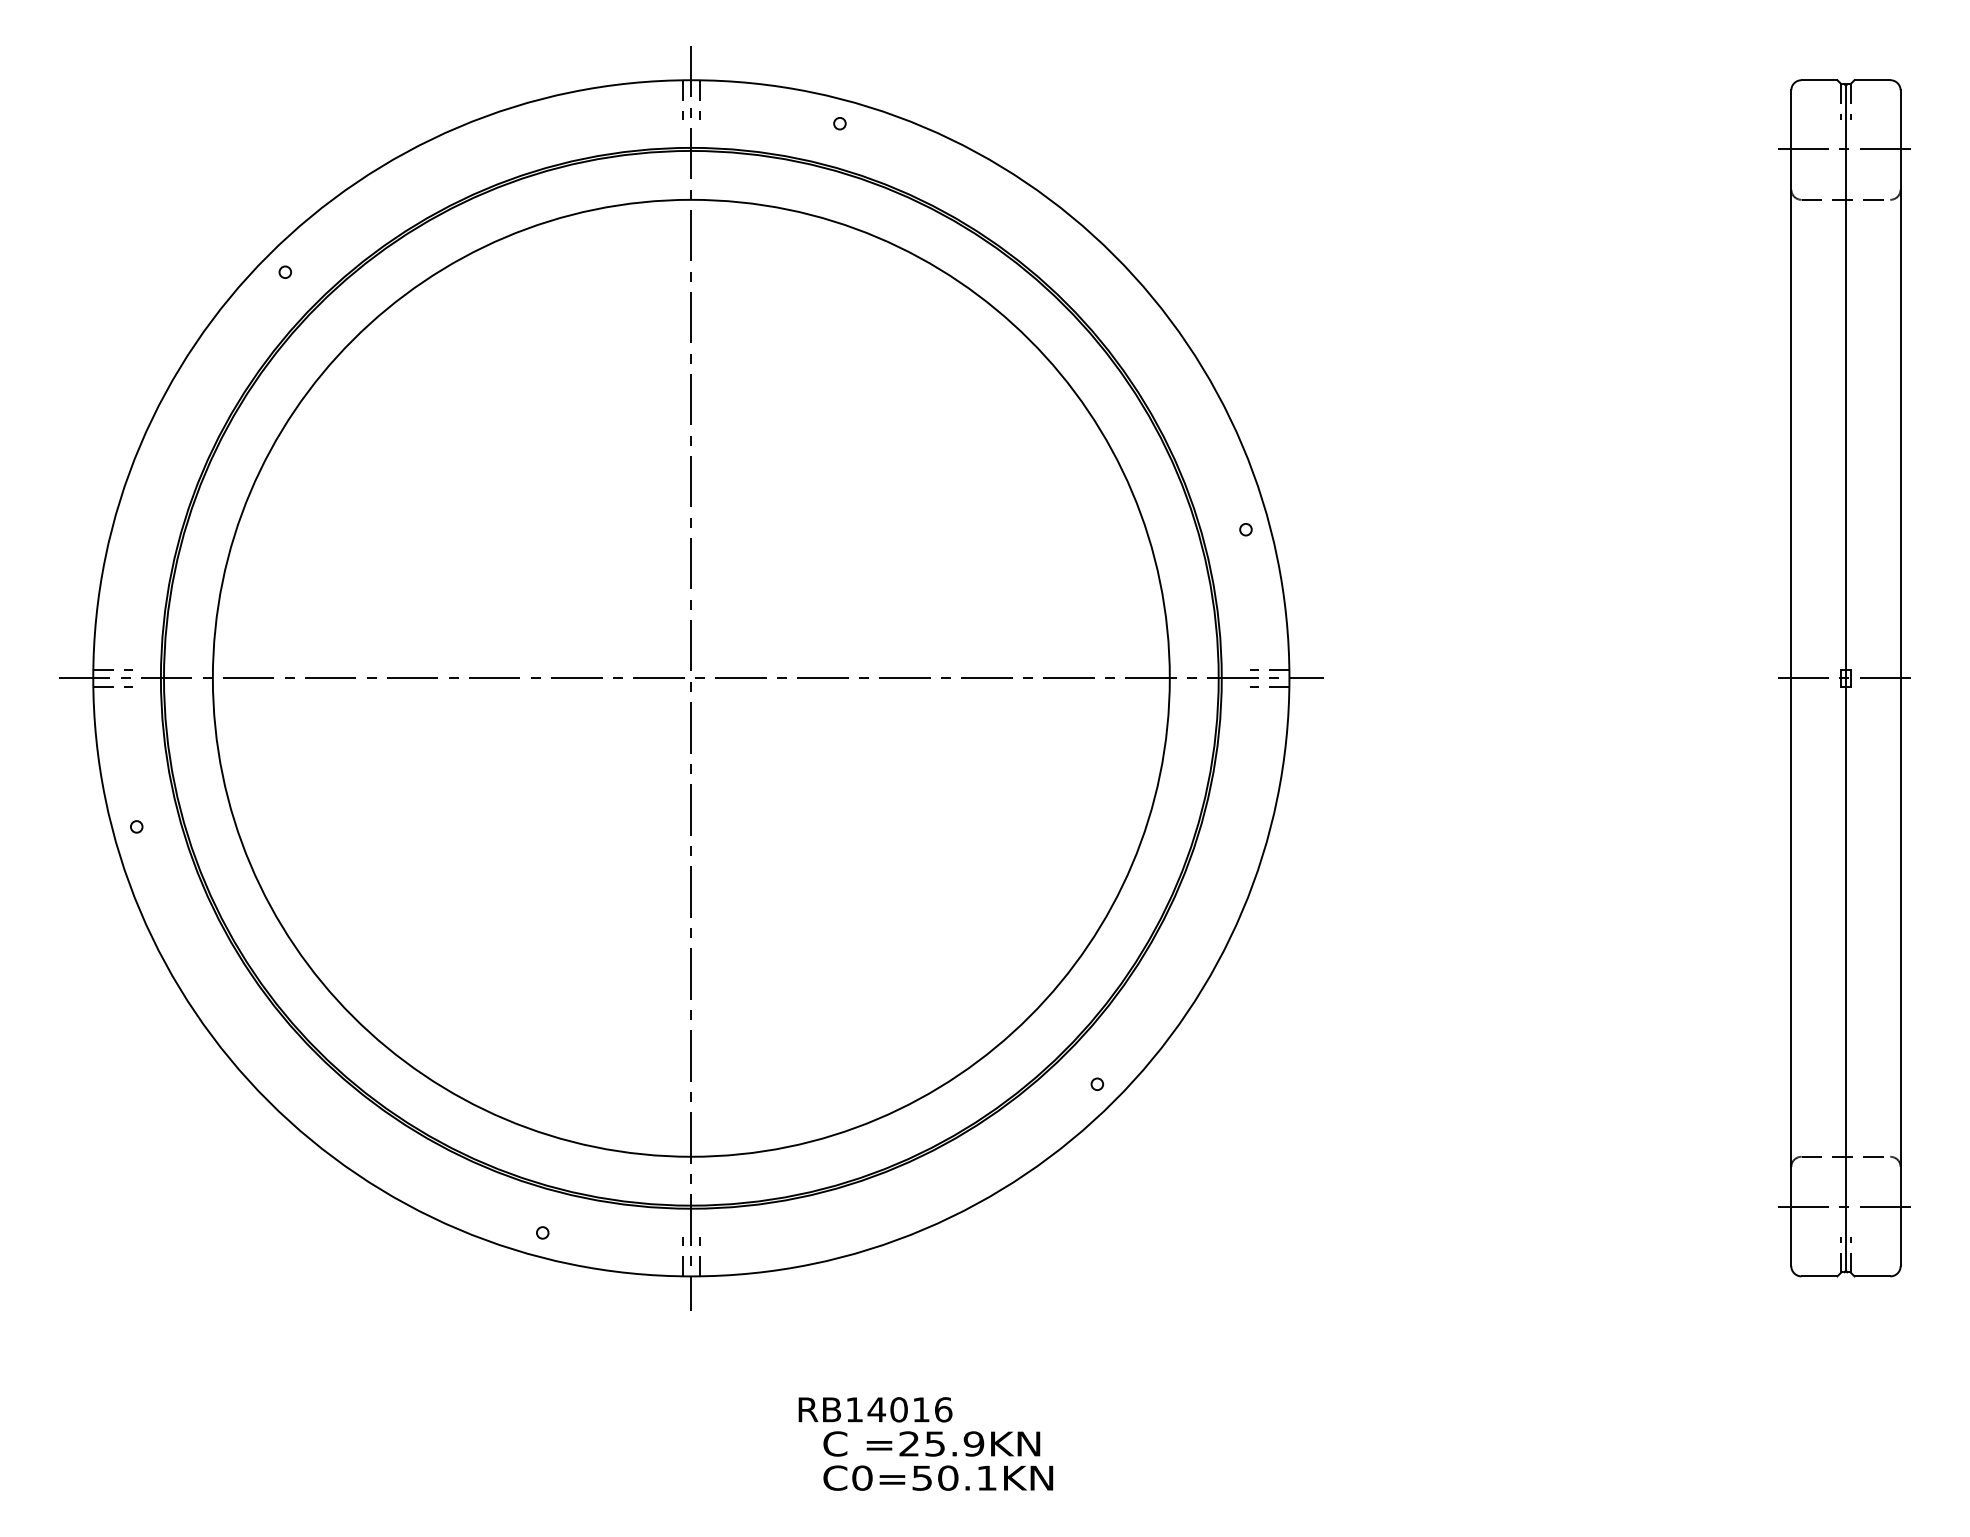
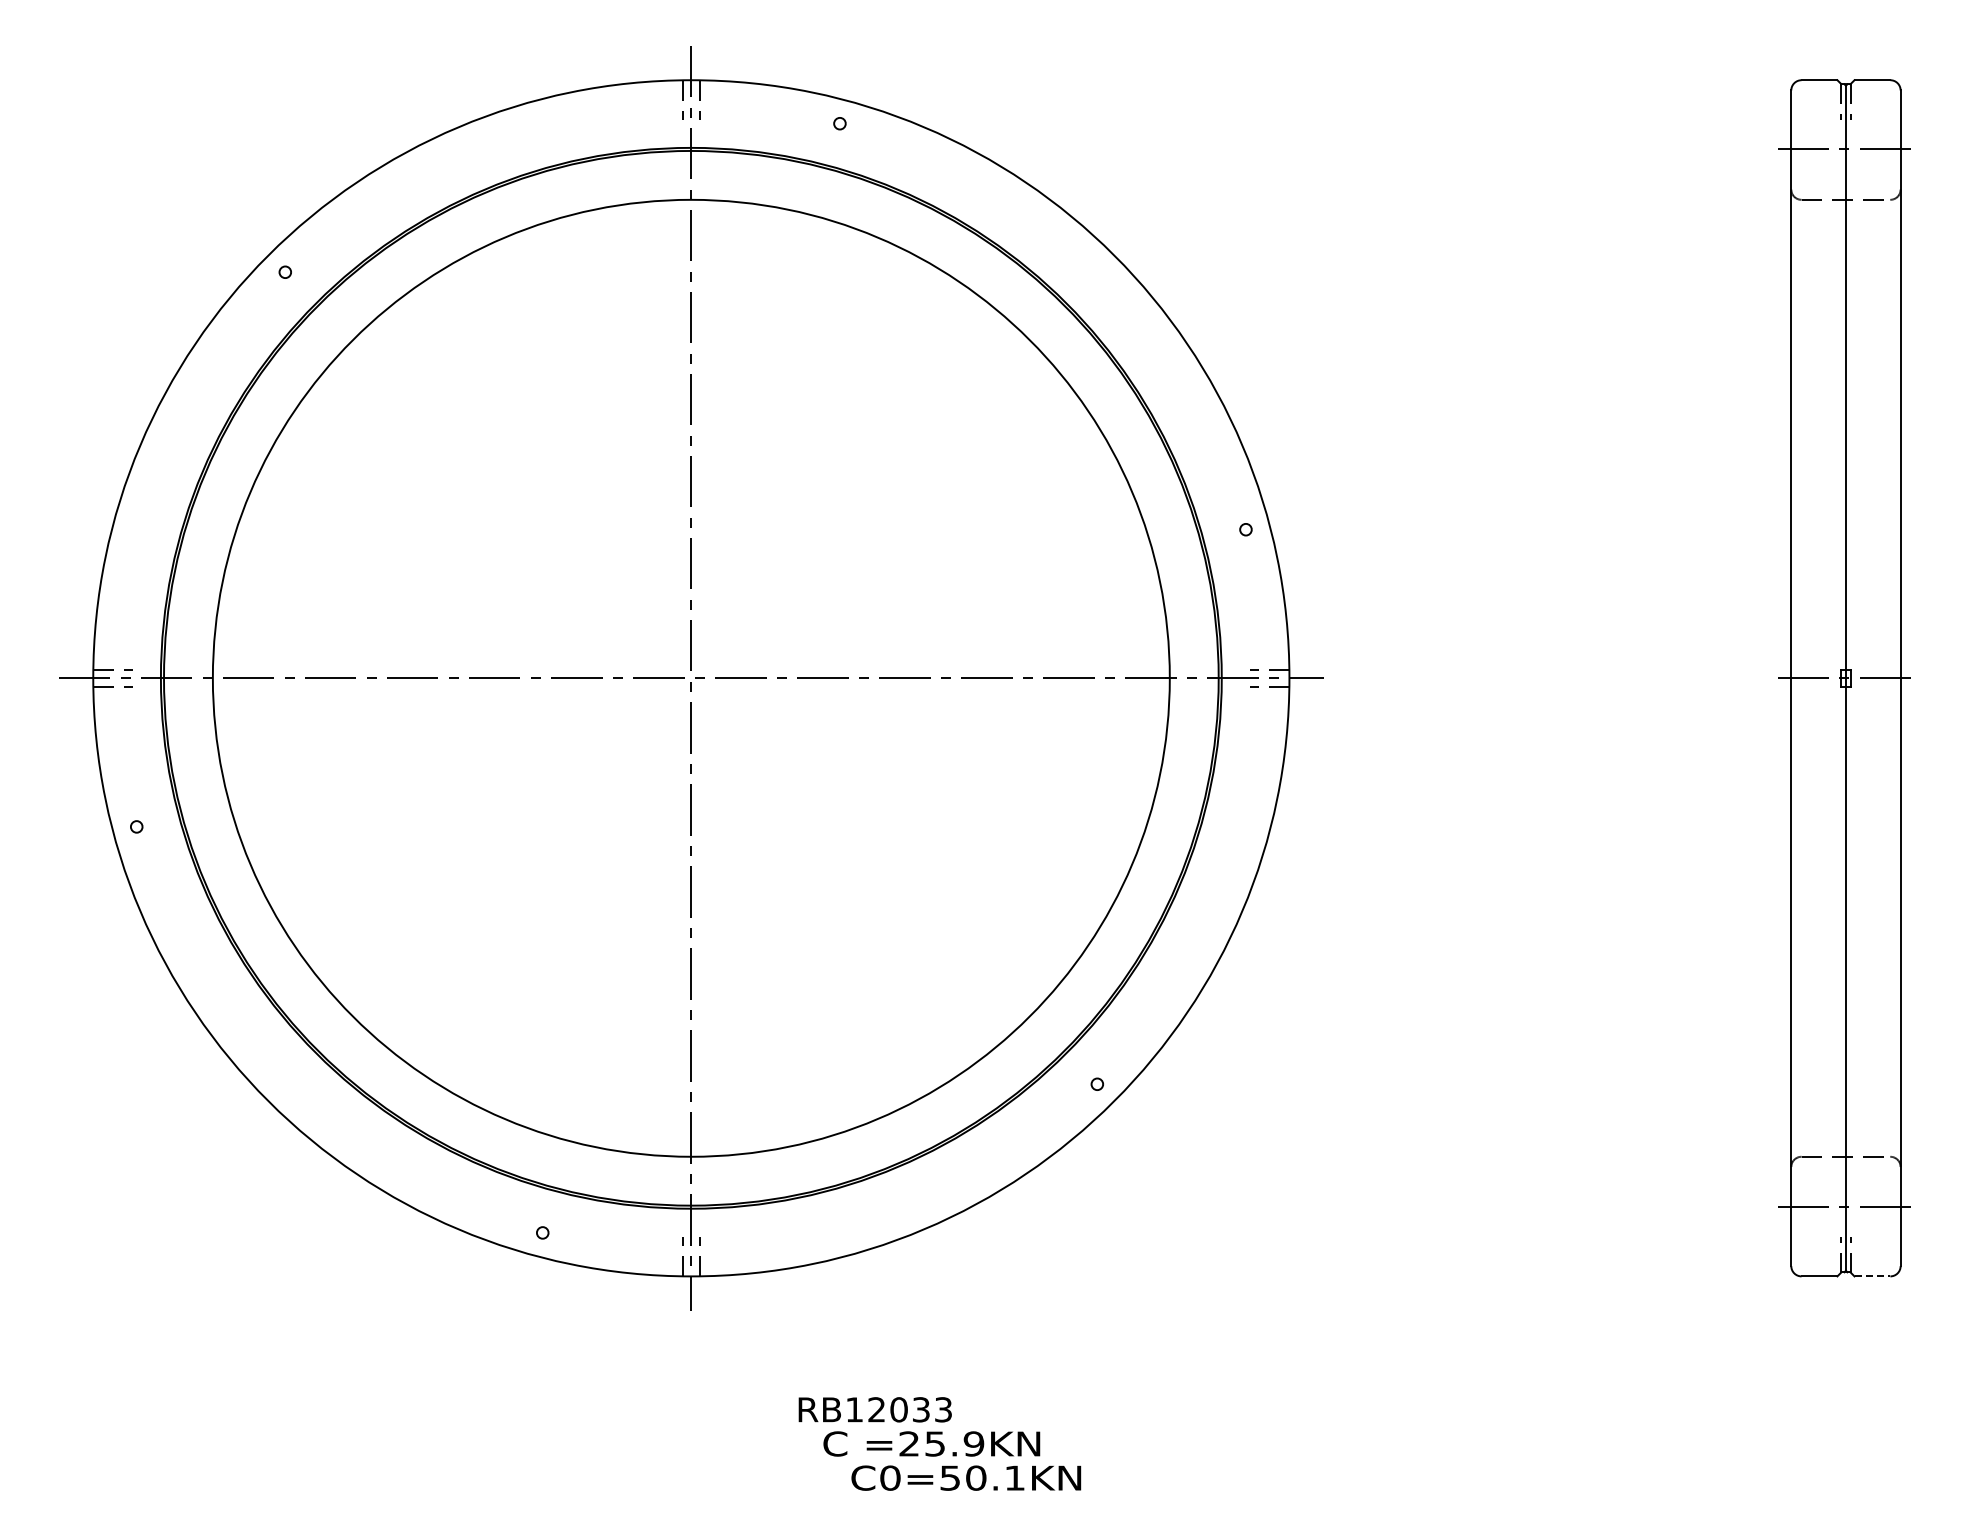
line at (1872, 1276): solid -> dashed
text at (909, 1409): RB14016 -> RB12033
text at (938, 1477) position: (938, 1477) -> (966, 1477)
